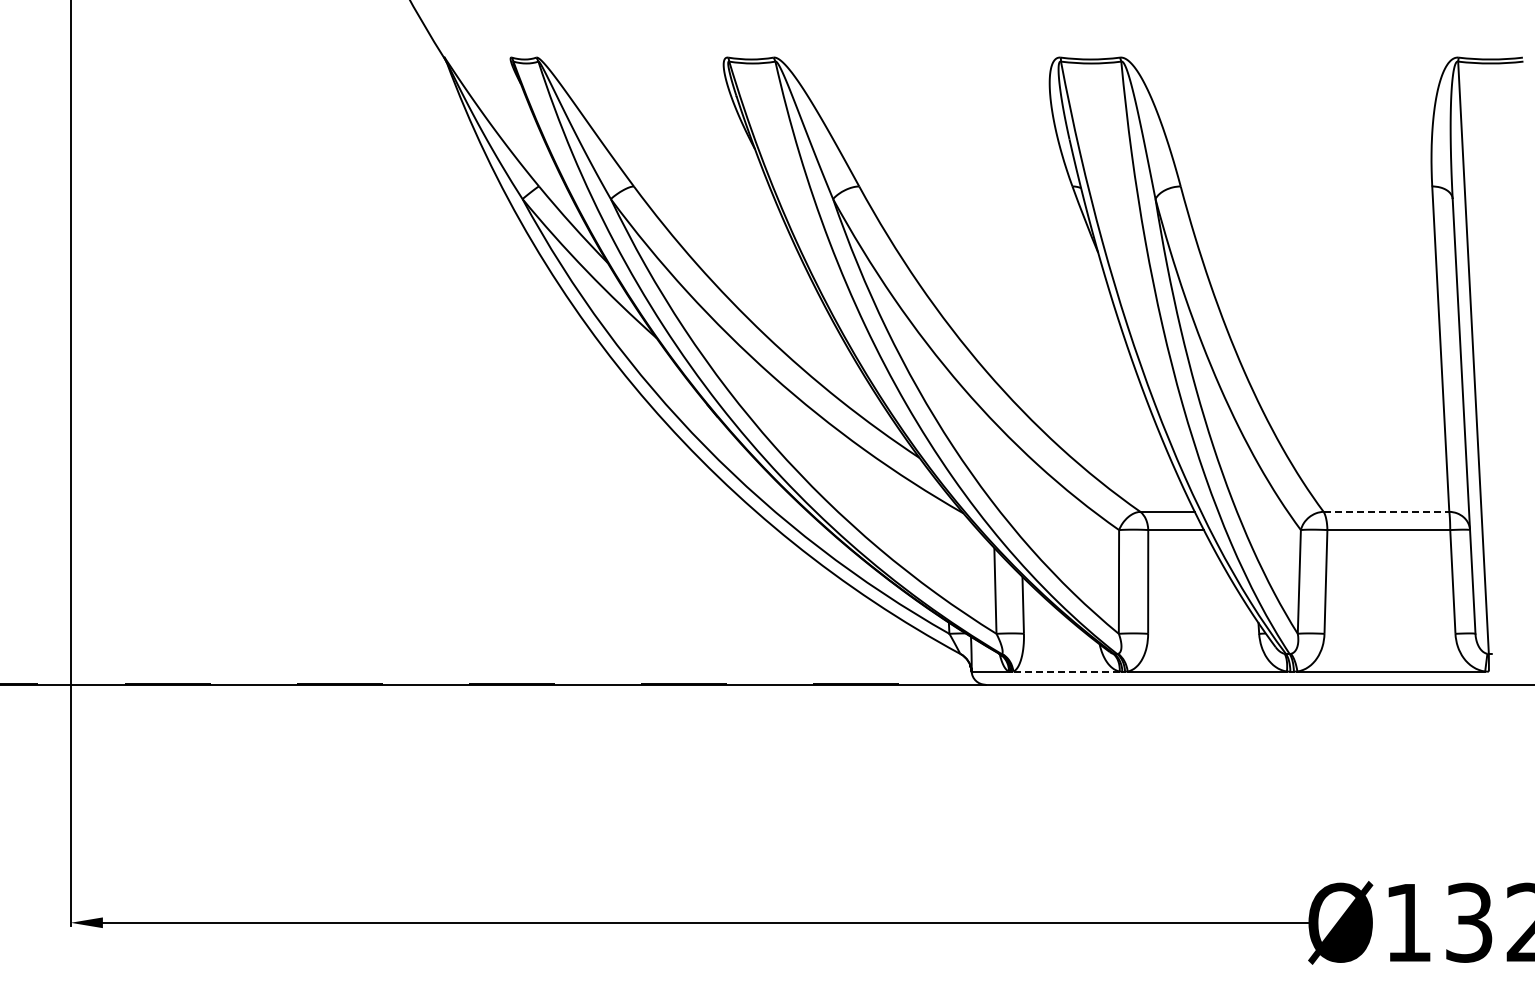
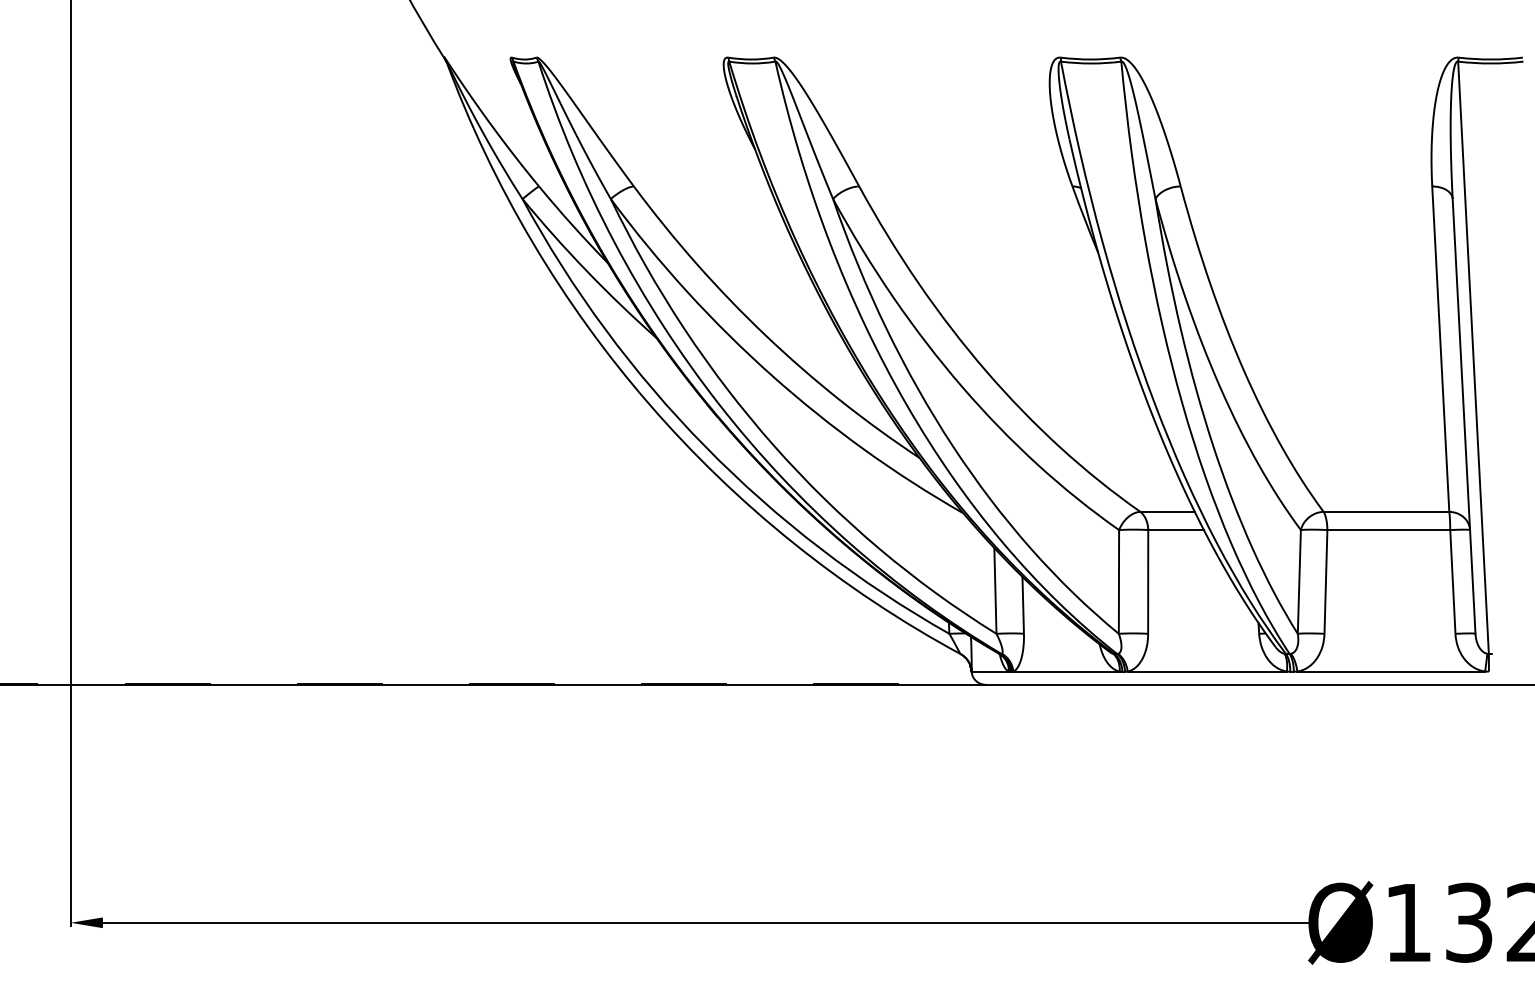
line at (1386, 511): dashed -> solid
line at (1066, 671): dashed -> solid
